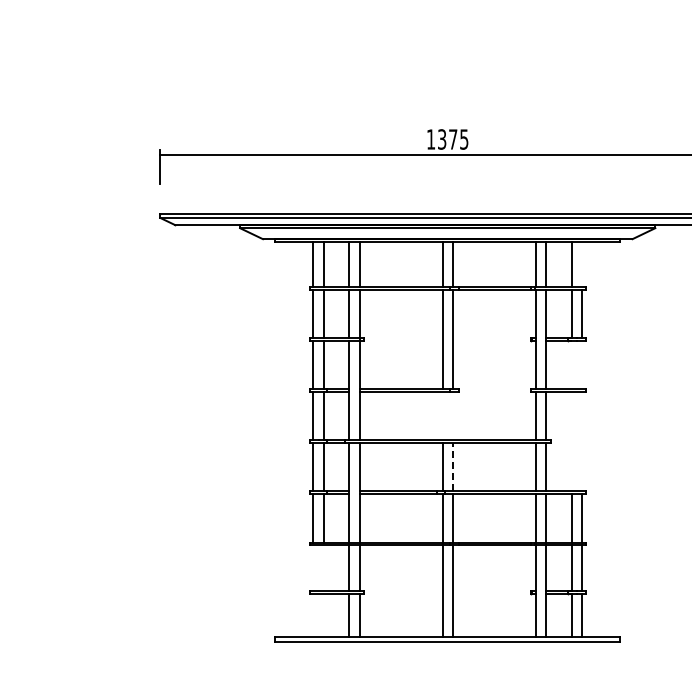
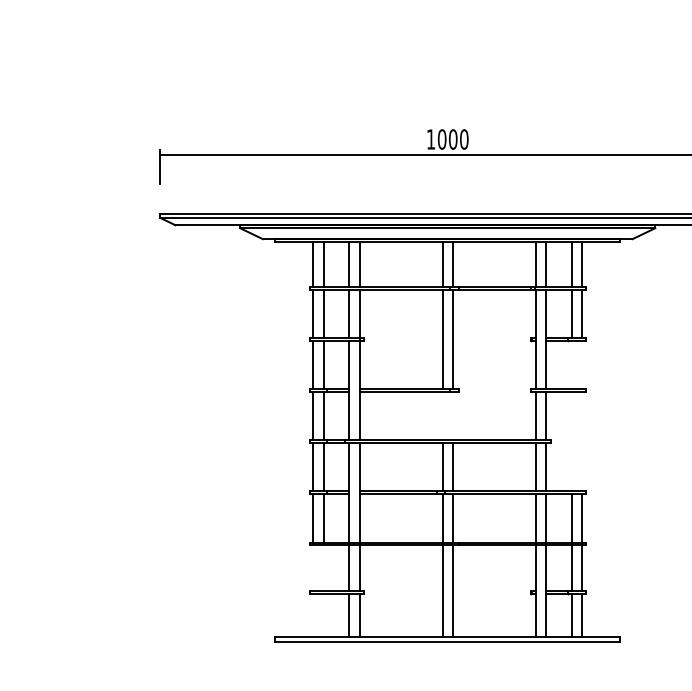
text at (452, 139): 1375 -> 1000
line at (582, 264): none -> present
line at (452, 466): dashed -> solid
